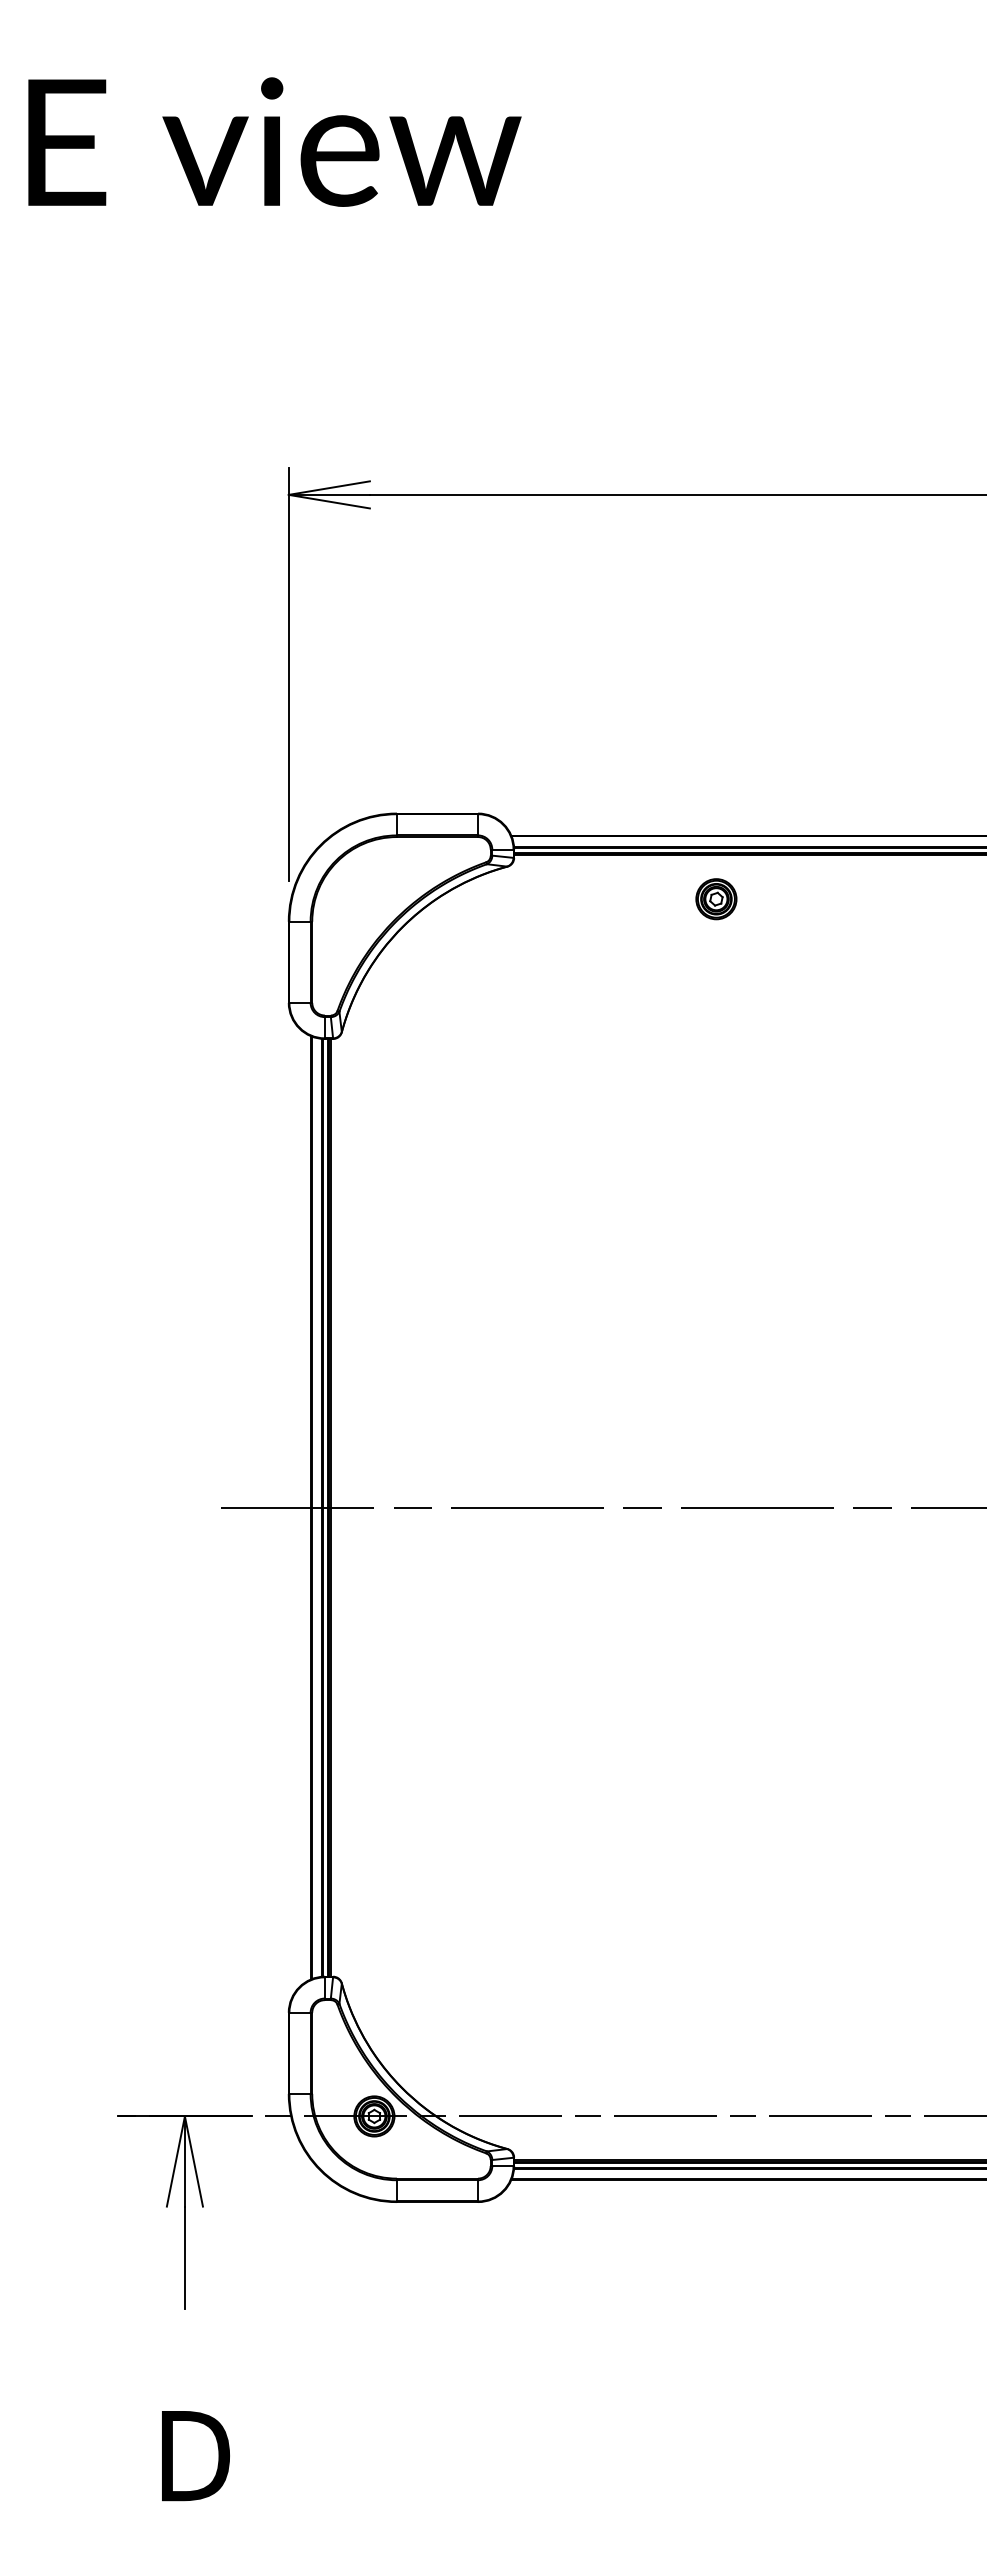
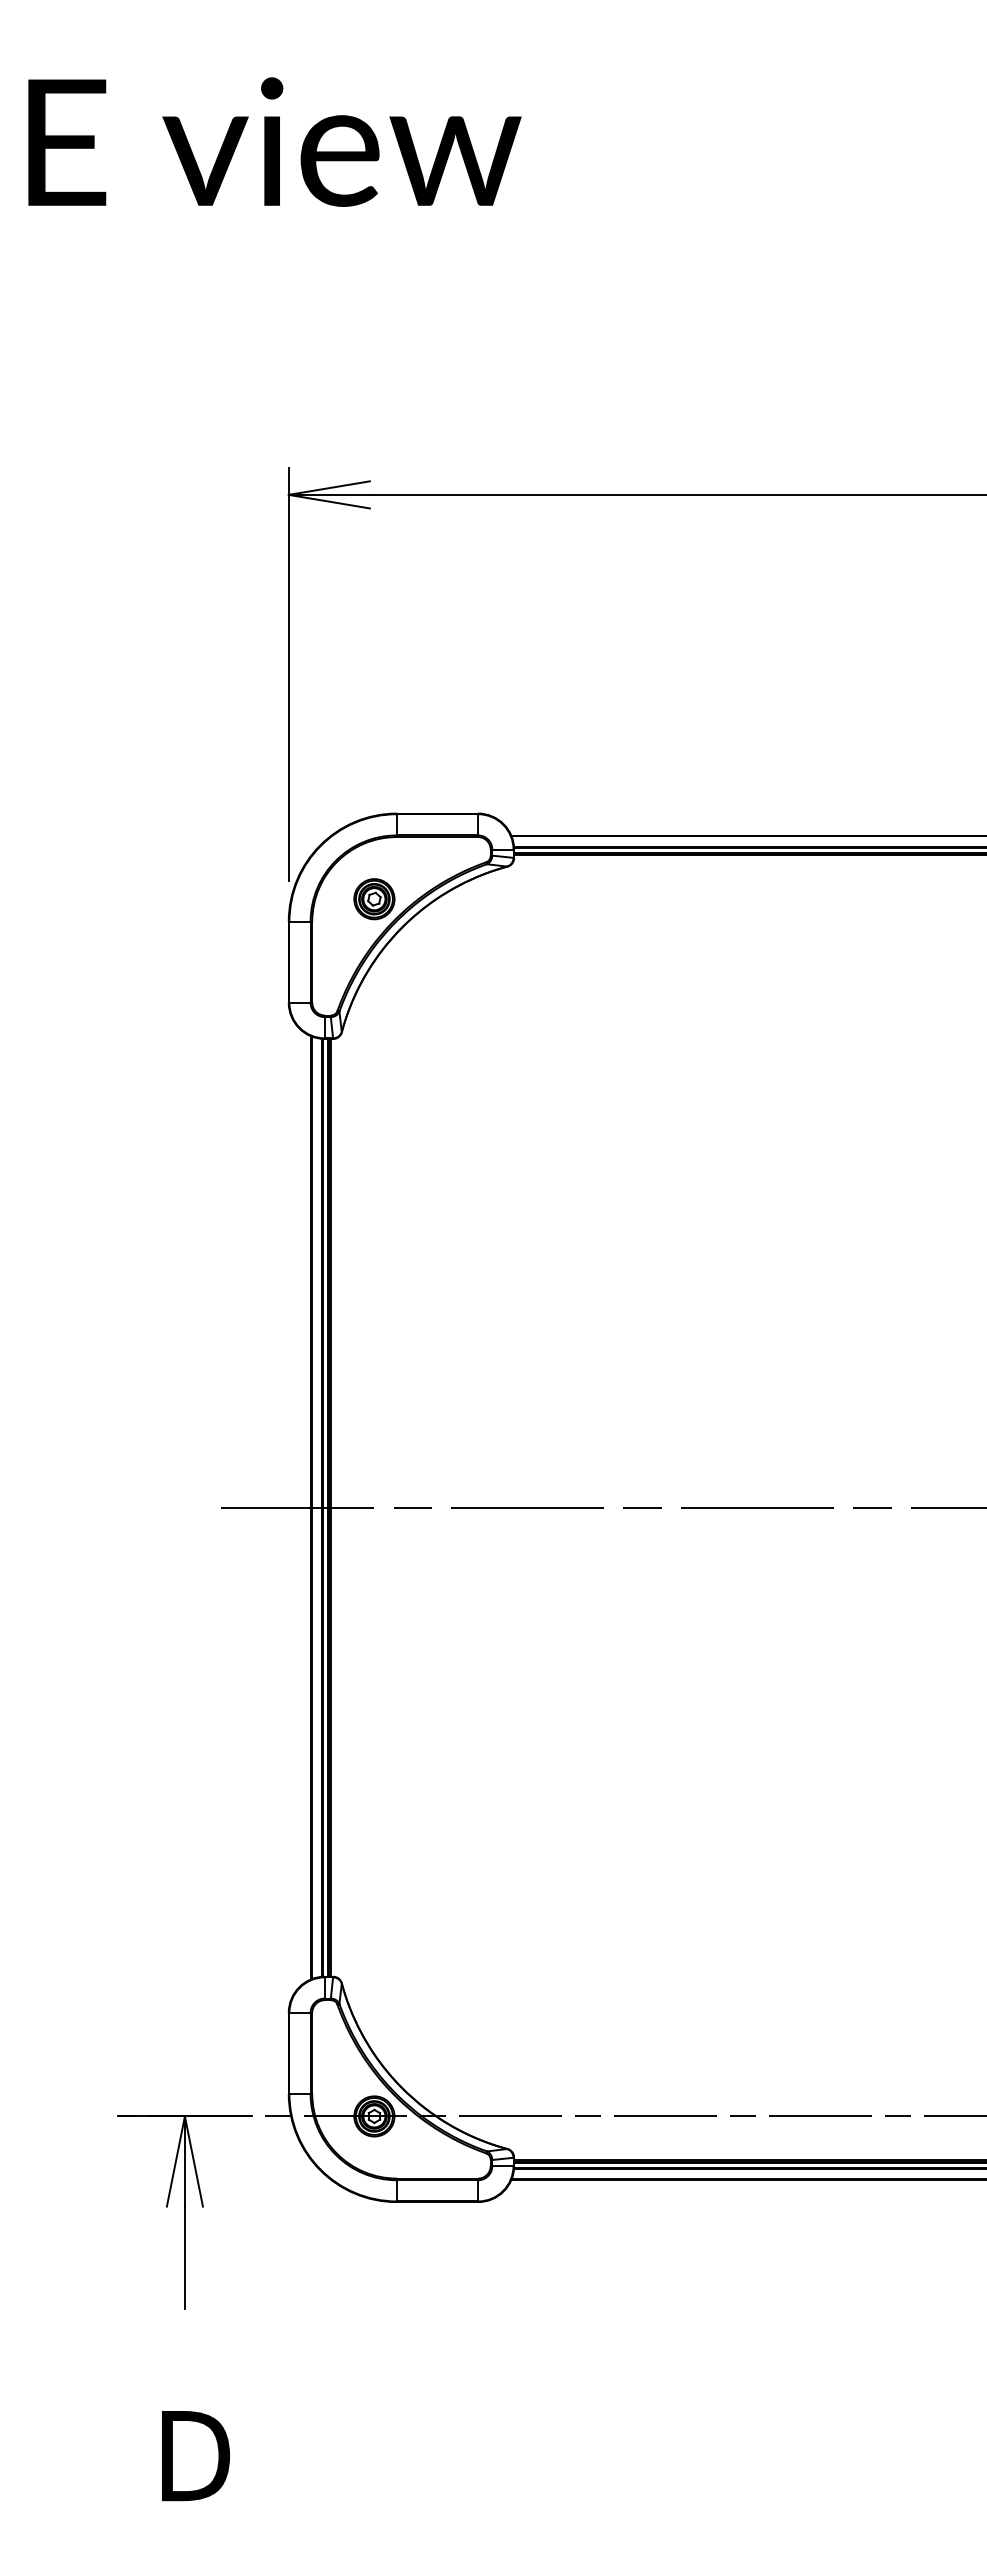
part at (716, 899) position: (716, 899) -> (374, 899)
